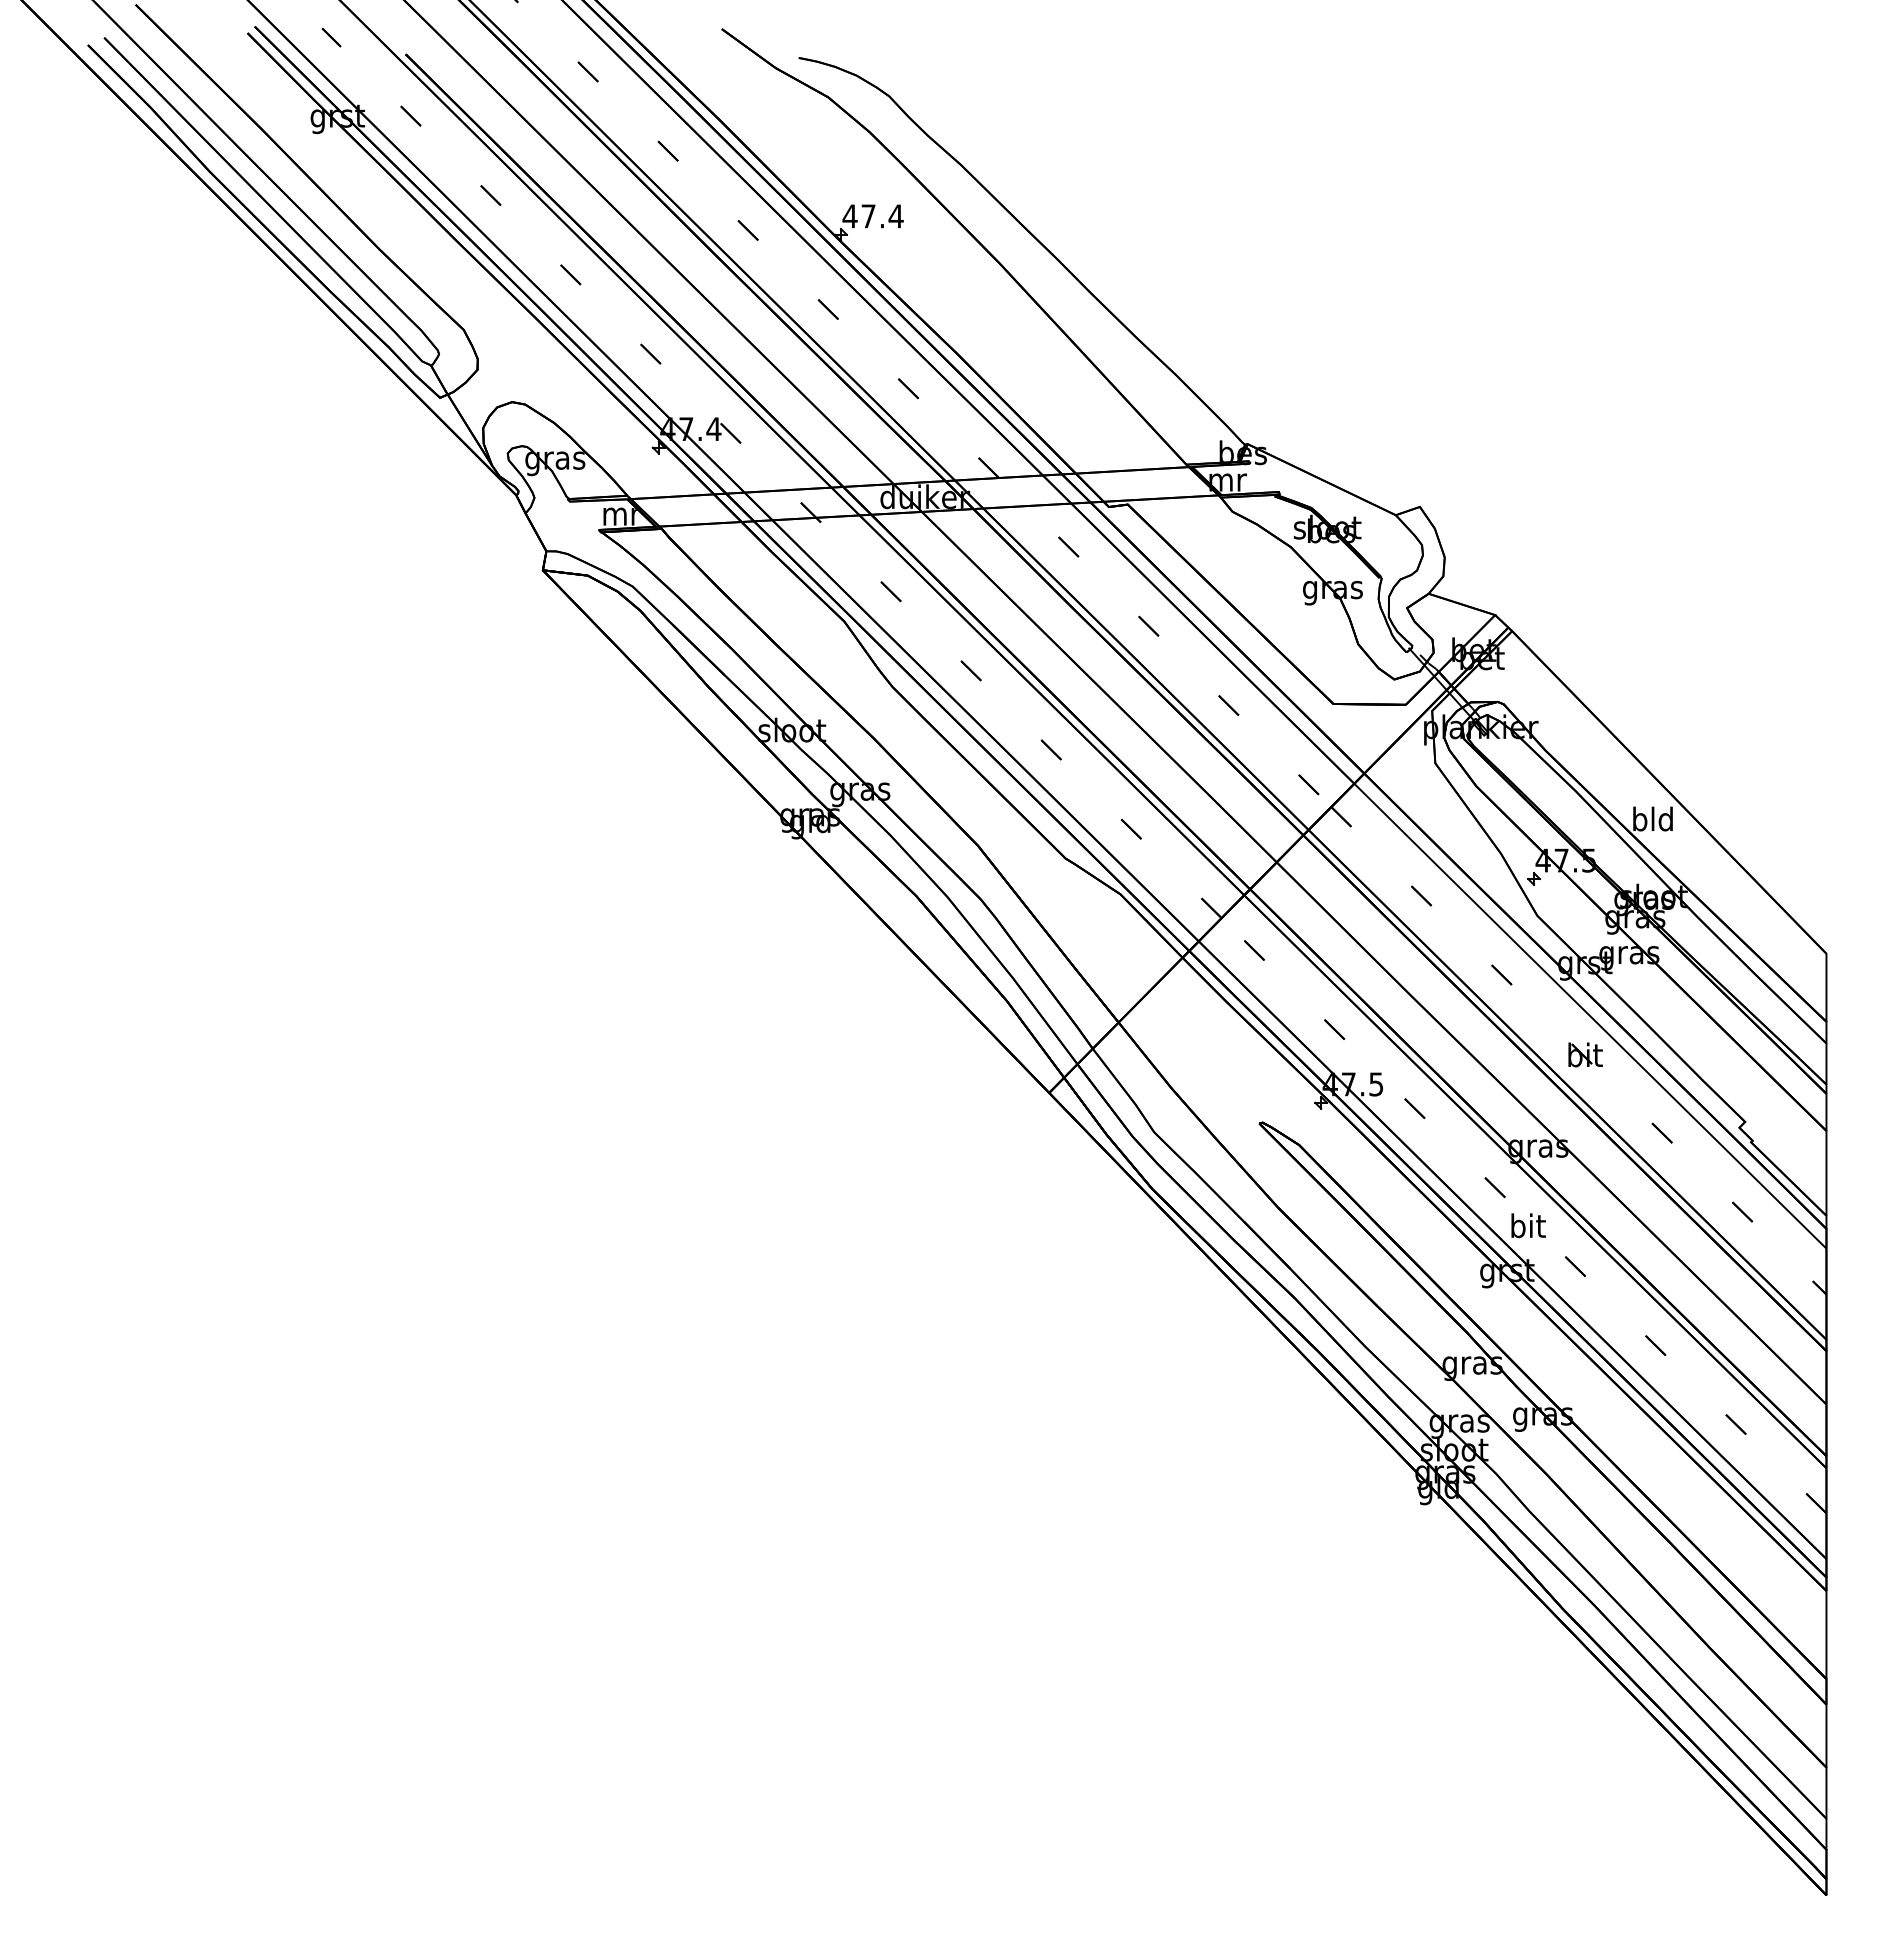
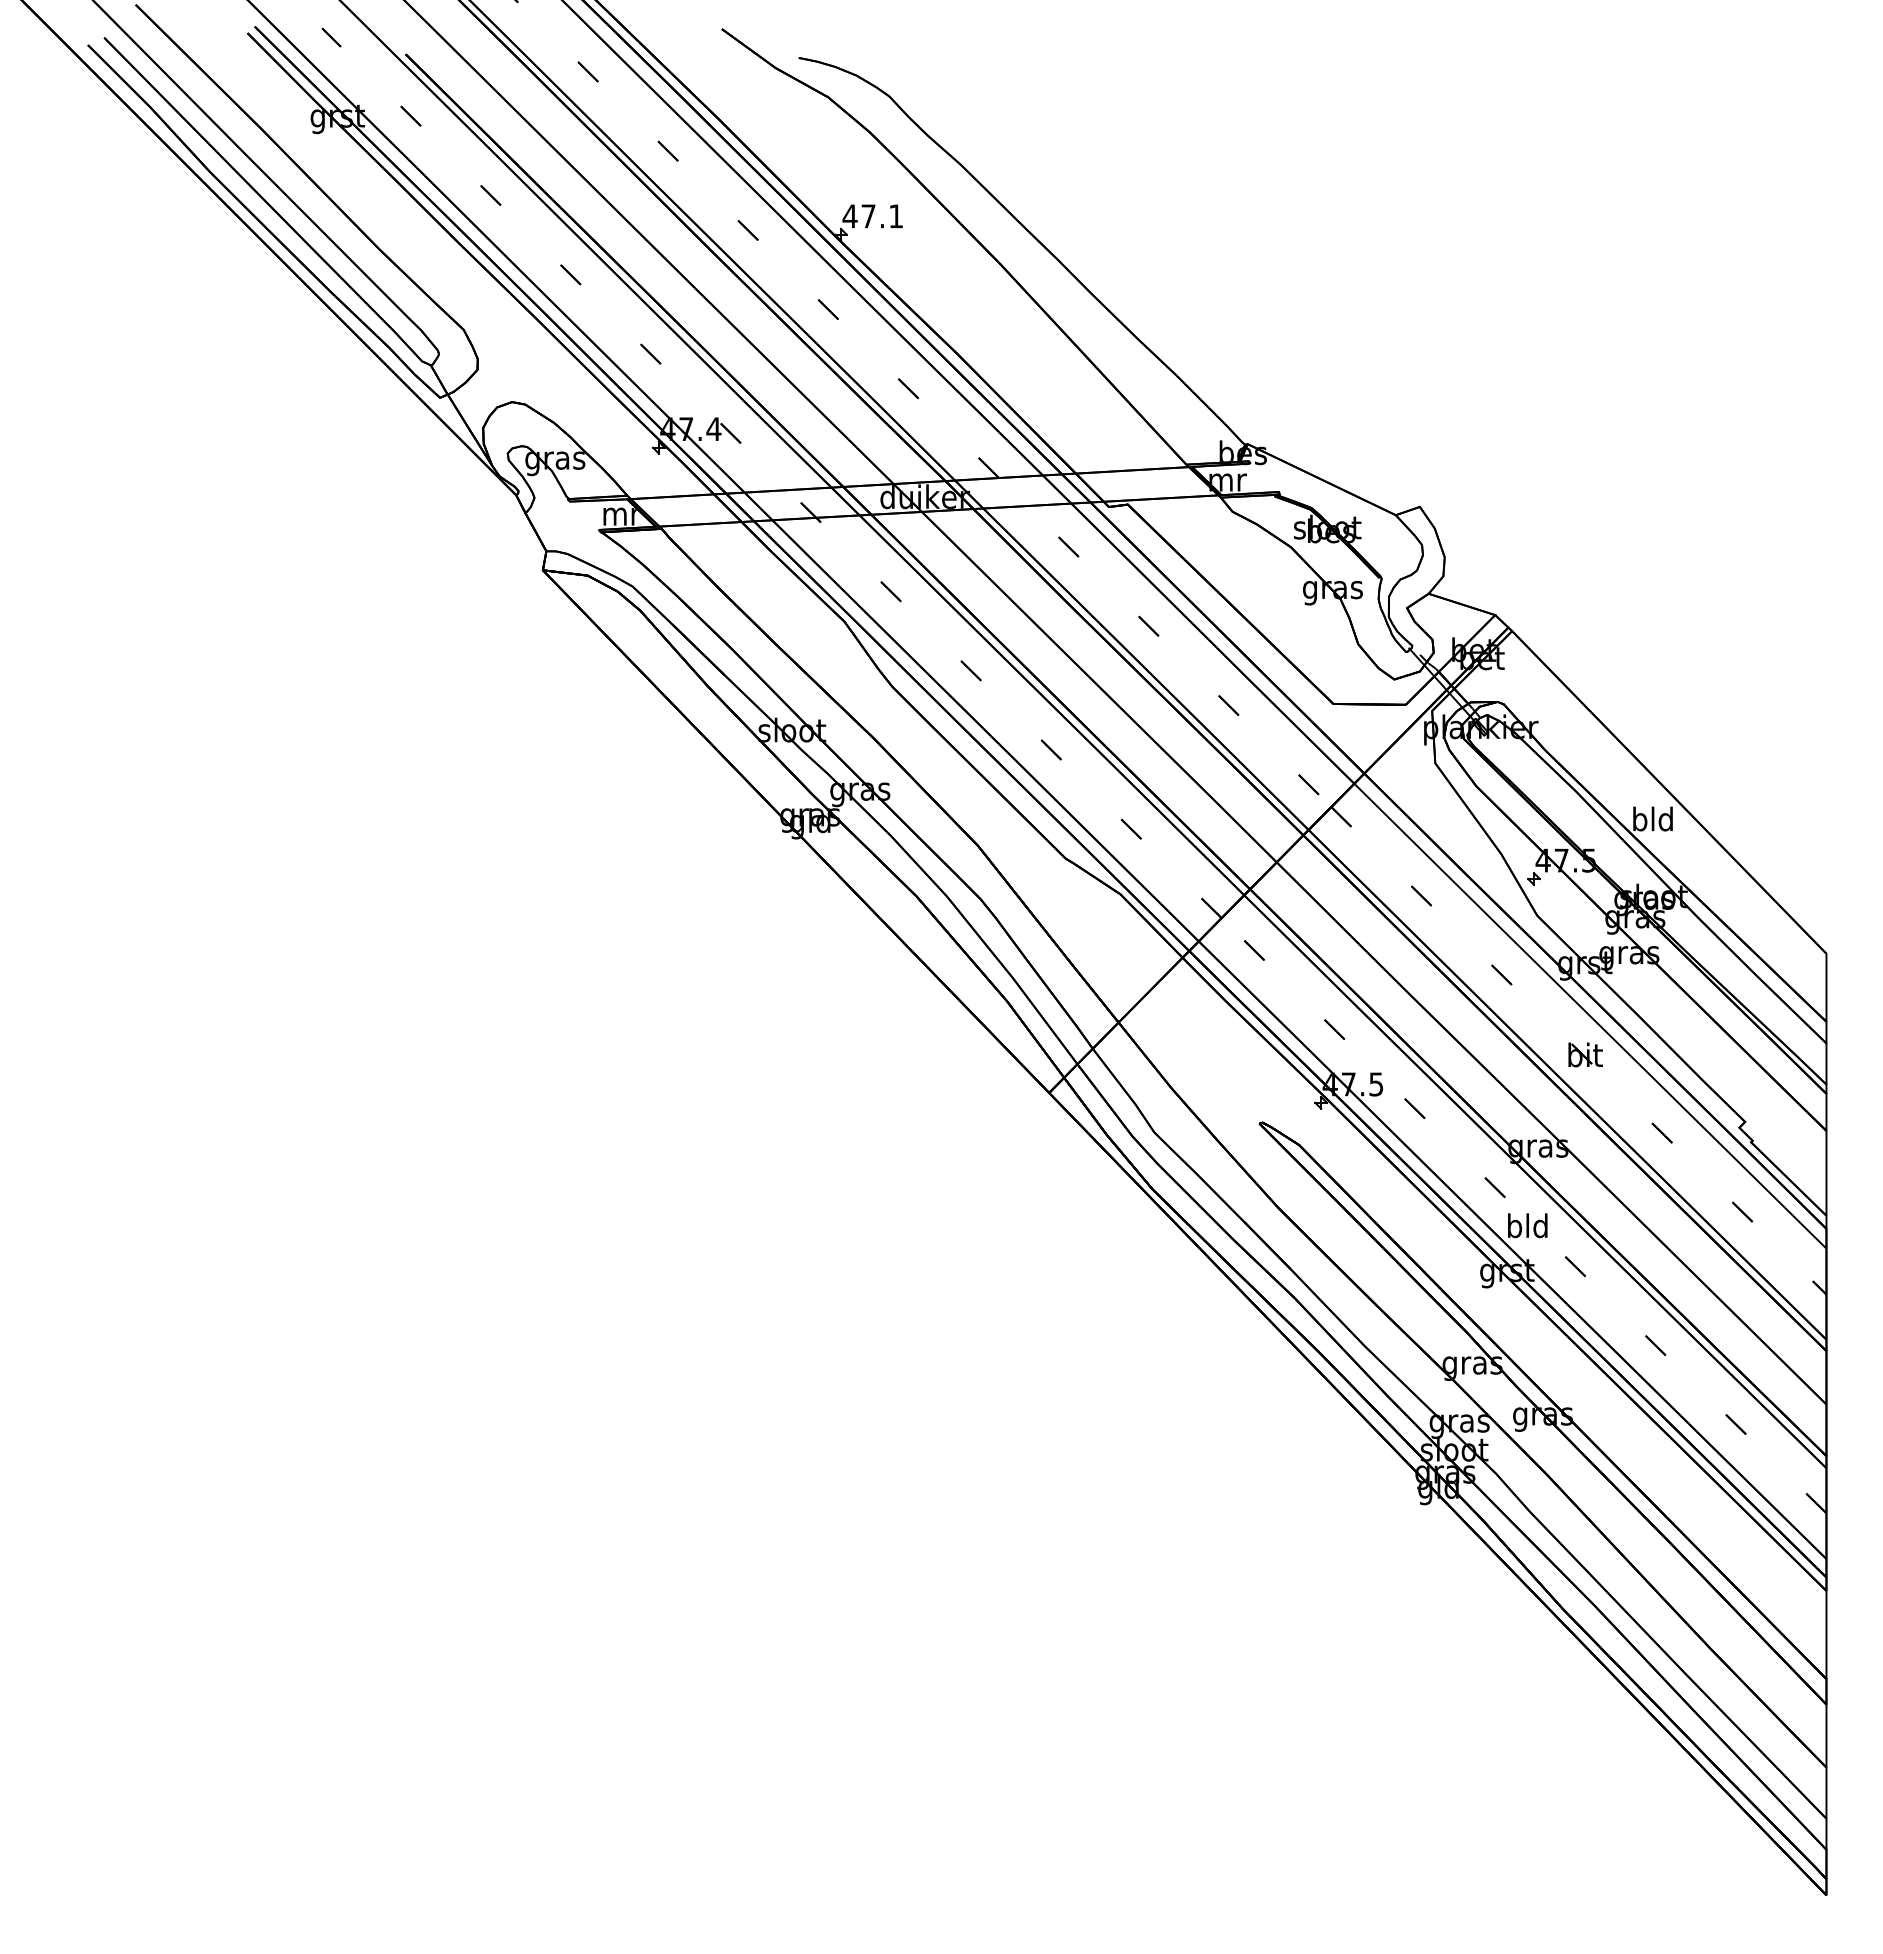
text at (895, 216): 47.4 -> 47.1
text at (1527, 1225): bit -> bld
